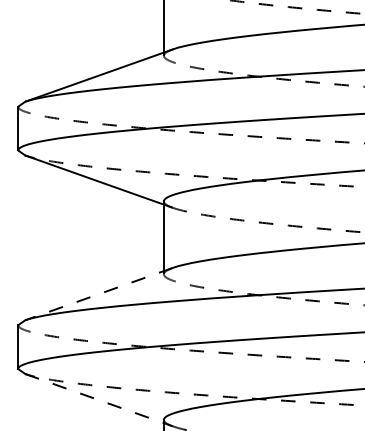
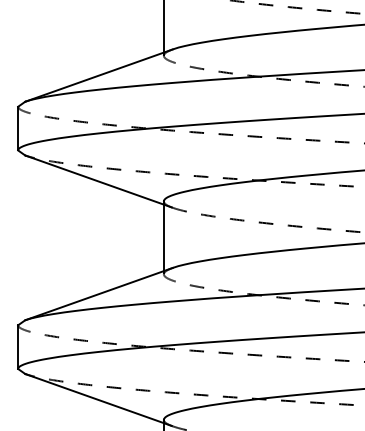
line at (98, 294): dashed -> solid
line at (94, 398): dashed -> solid
